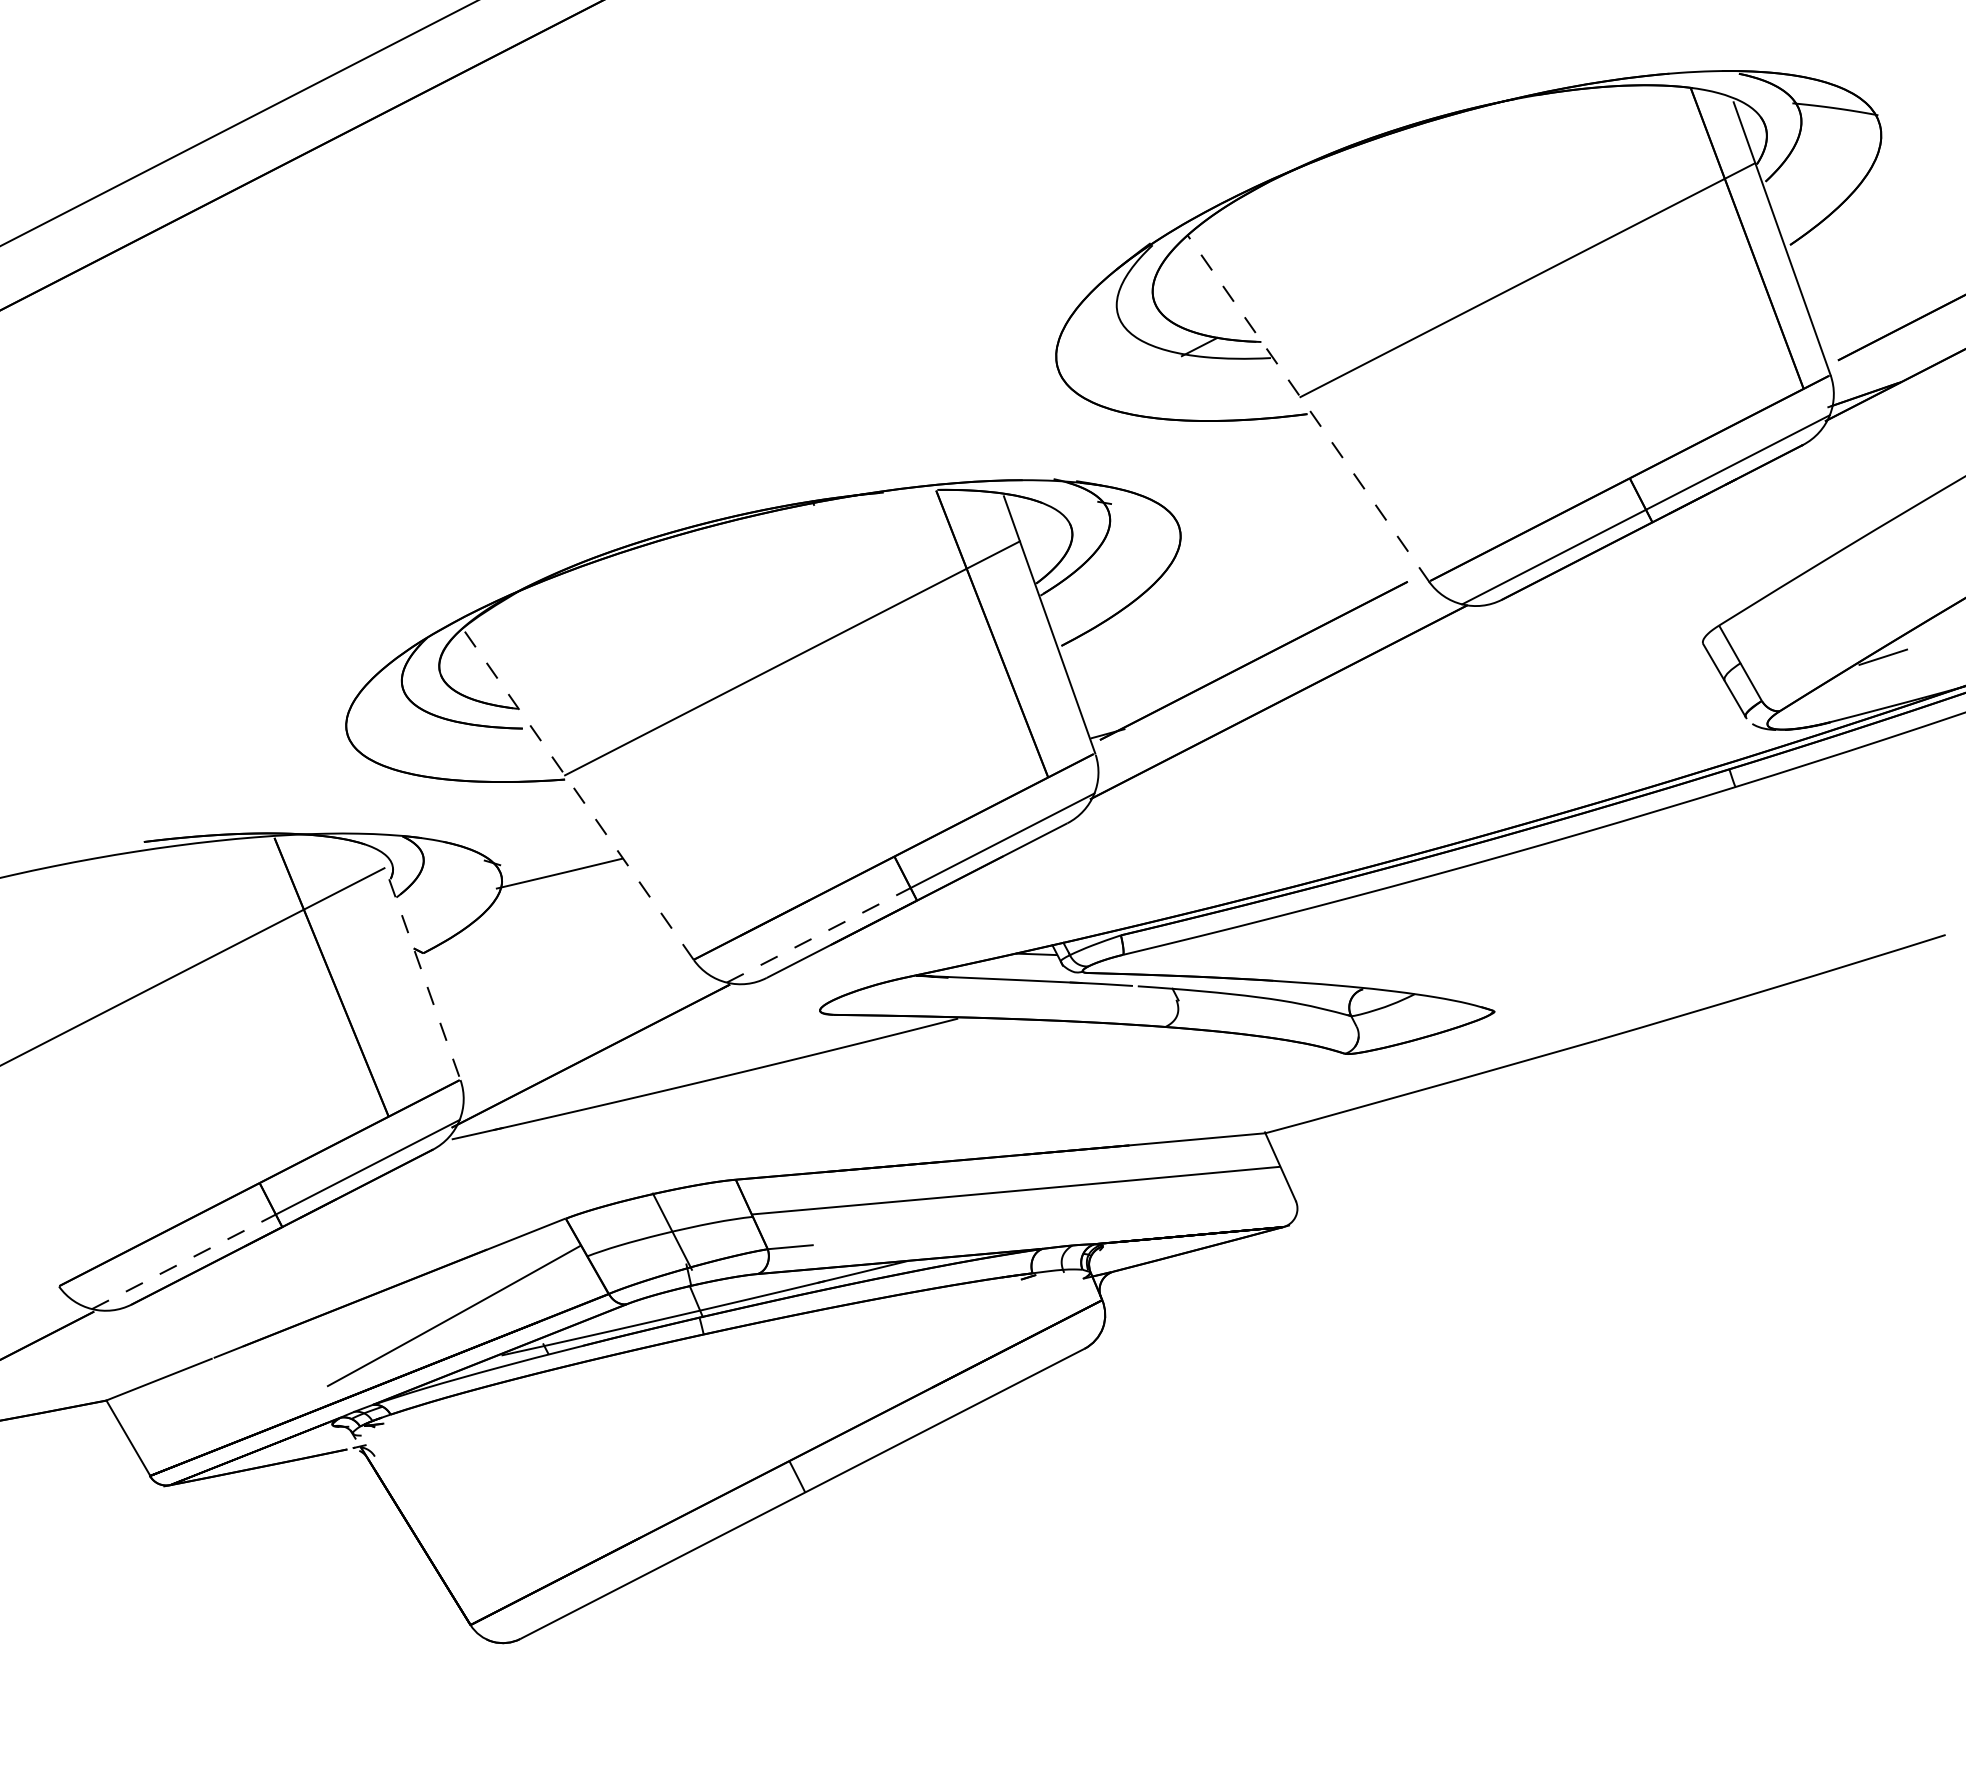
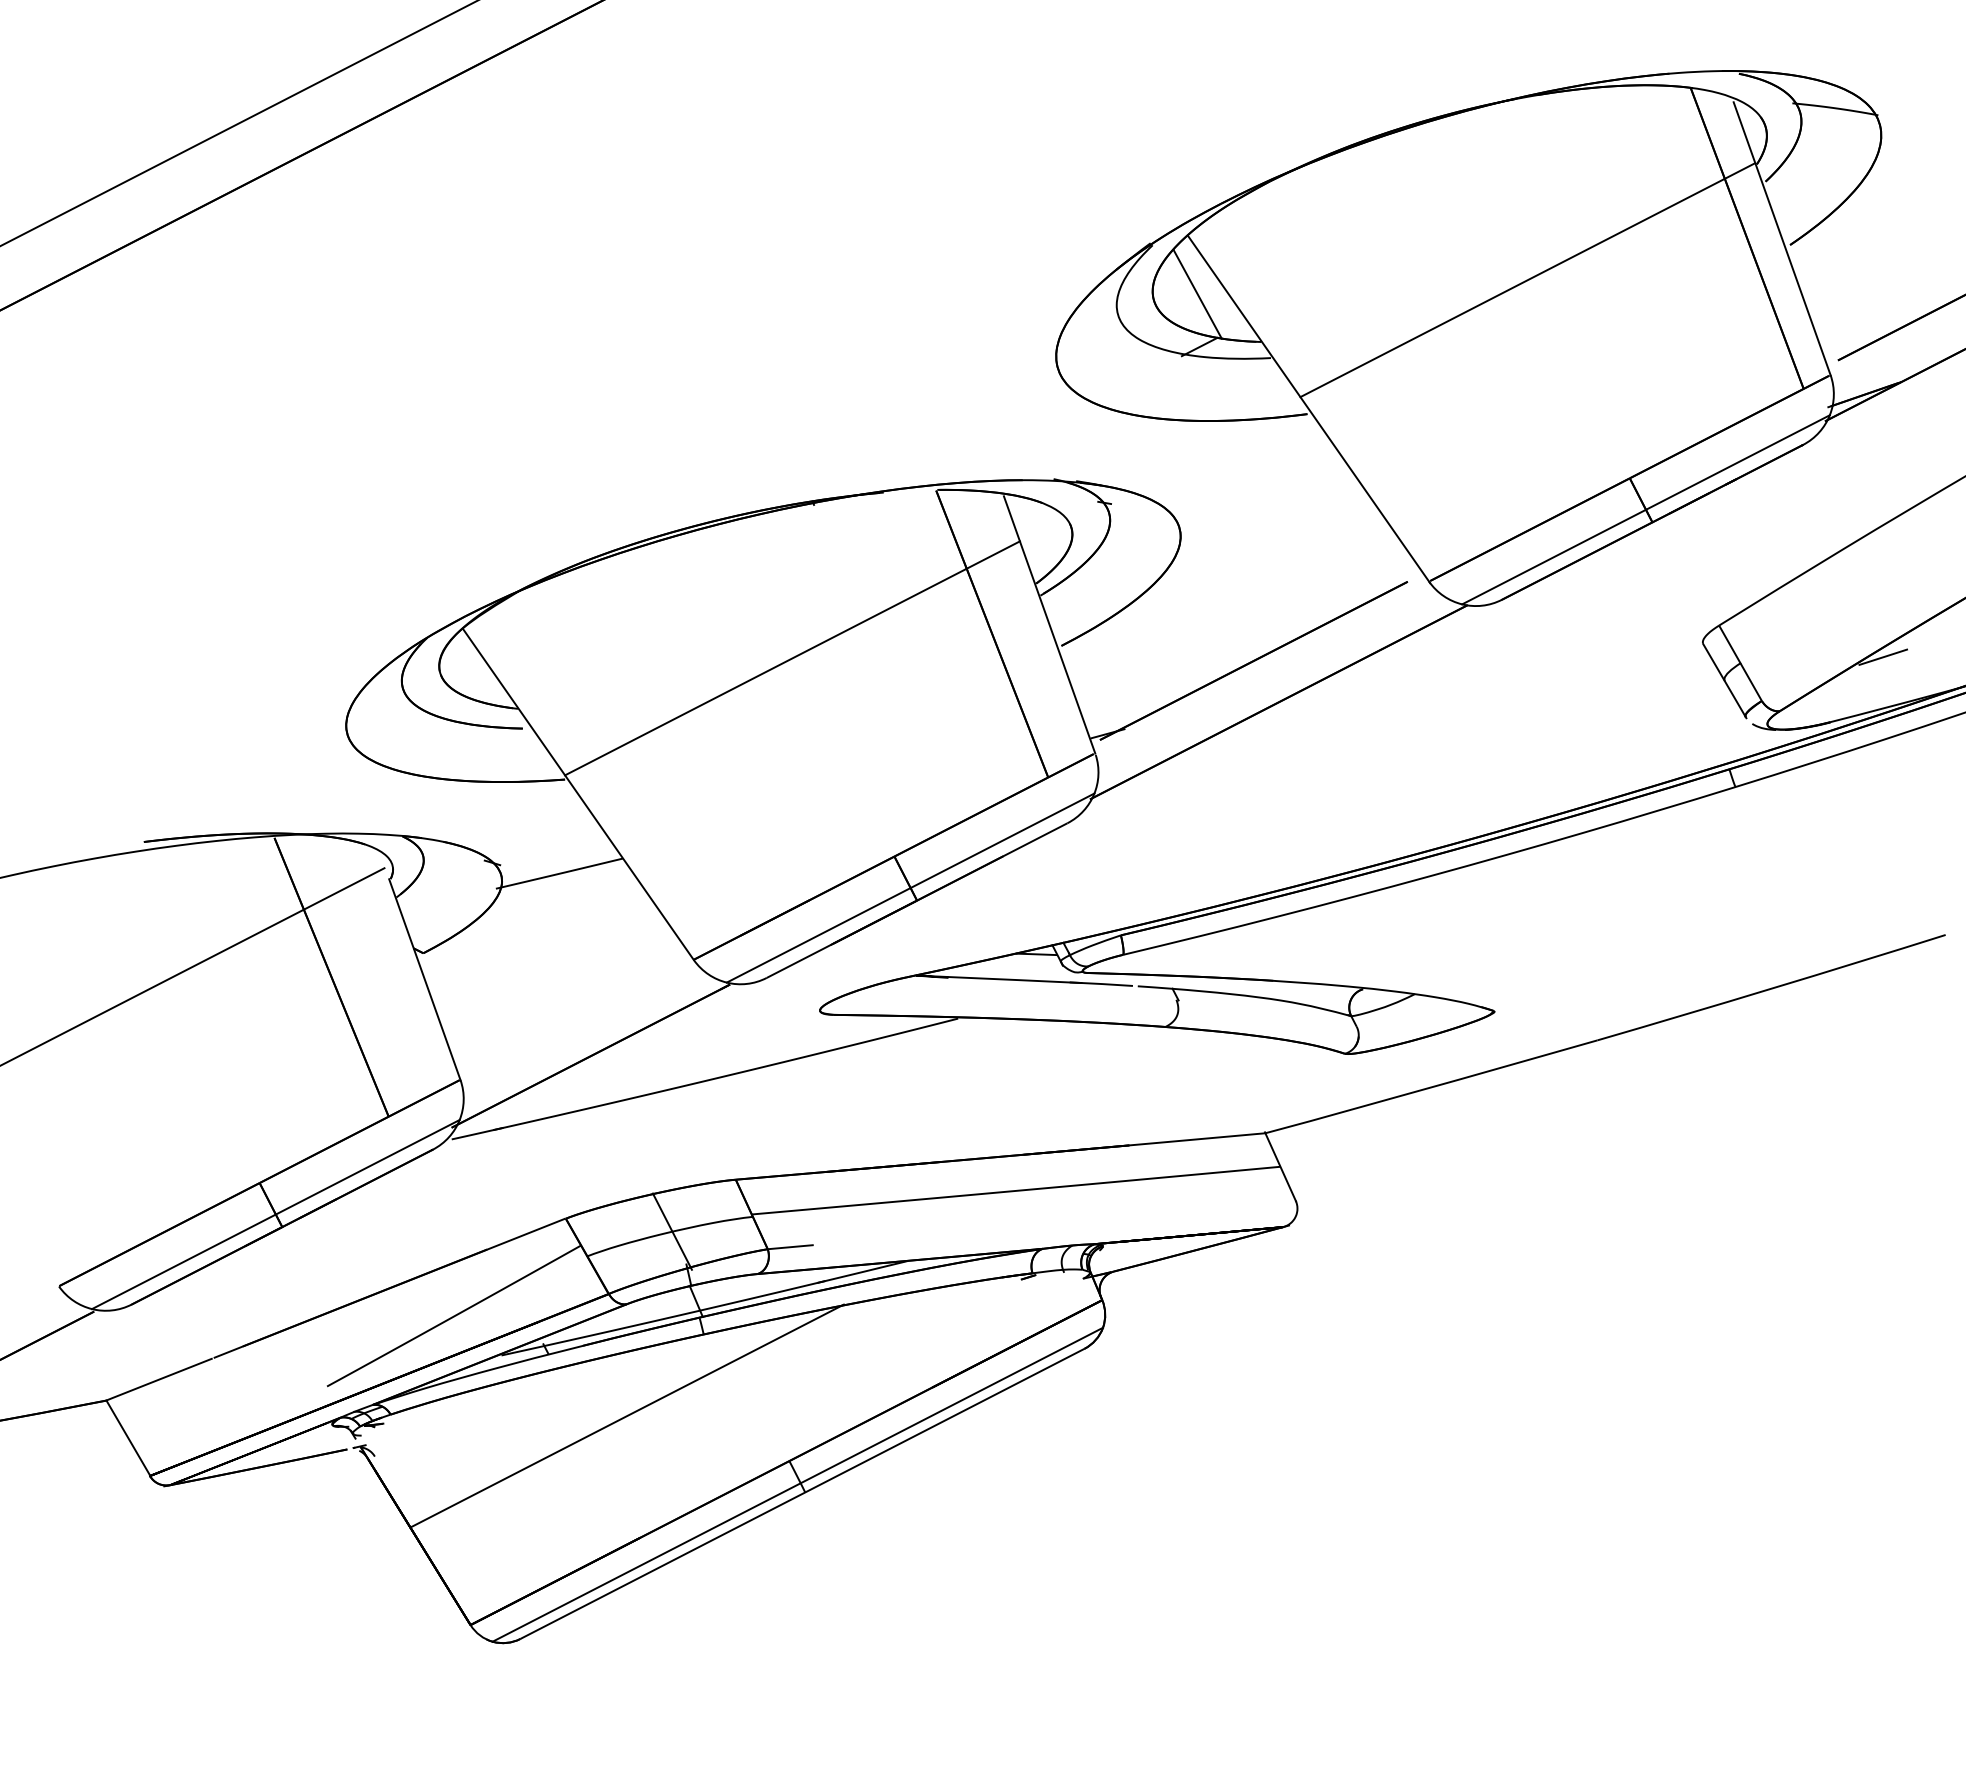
line at (1197, 294): none -> present
line at (1308, 409): dashed -> solid
line at (578, 794): dashed -> solid
line at (819, 935): dashed -> solid
line at (424, 979): dashed -> solid
line at (184, 1261): dashed -> solid
line at (626, 1415): none -> present
line at (797, 1484): none -> present
